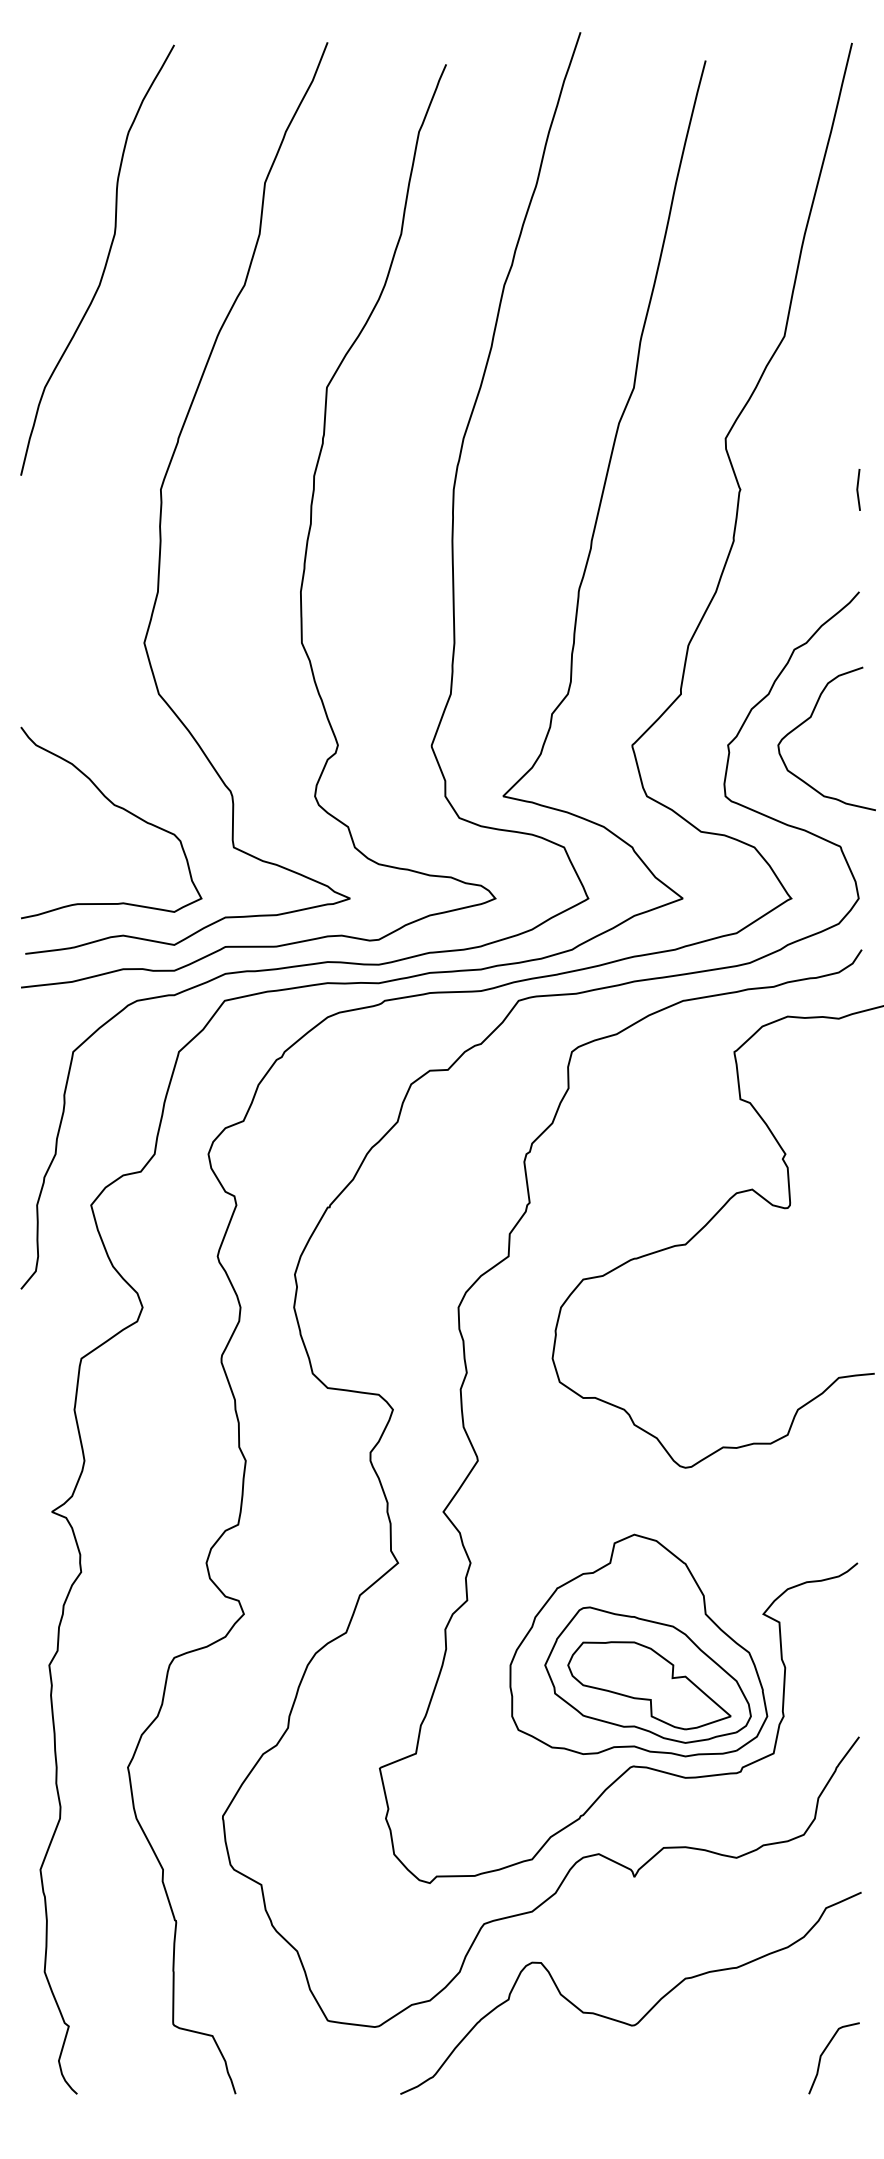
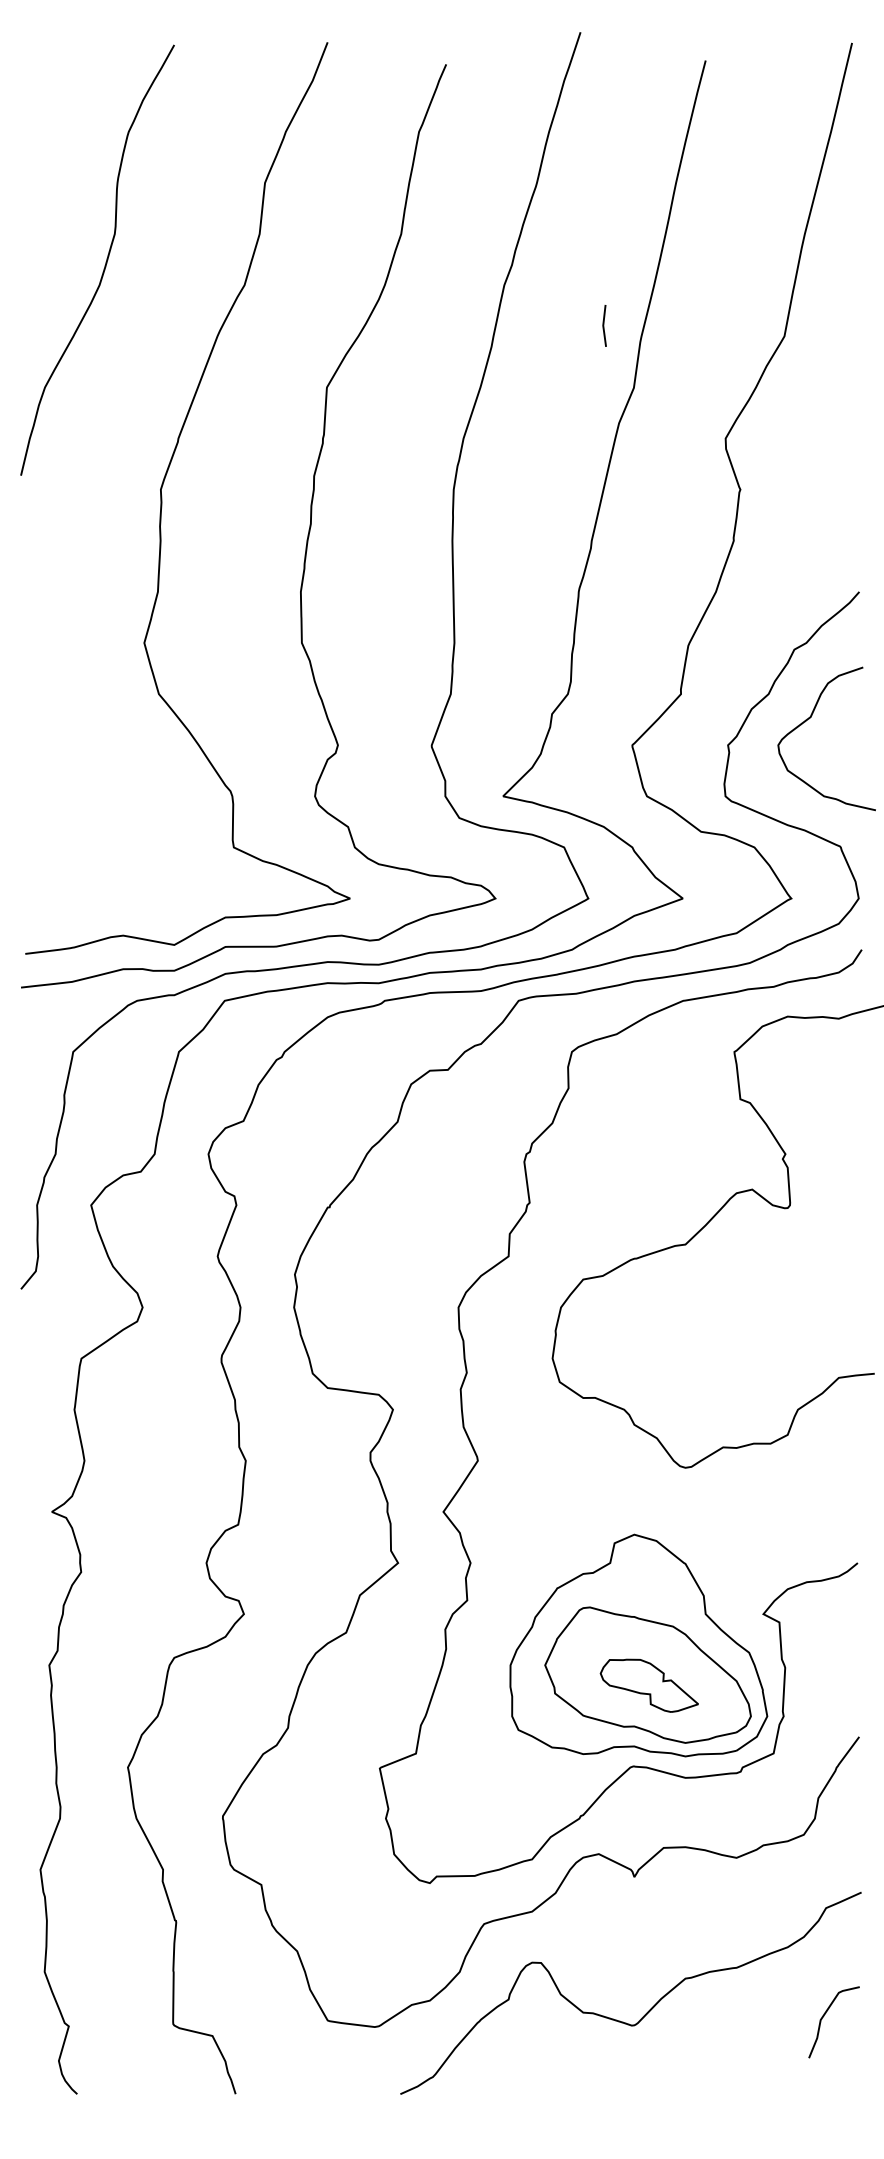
line at (858, 489) position: (858, 489) -> (604, 325)
curve at (119, 808): present -> none
part at (649, 1685) size: 165x90 px -> 100x55 px
curve at (824, 2052) position: (824, 2052) -> (824, 2016)
